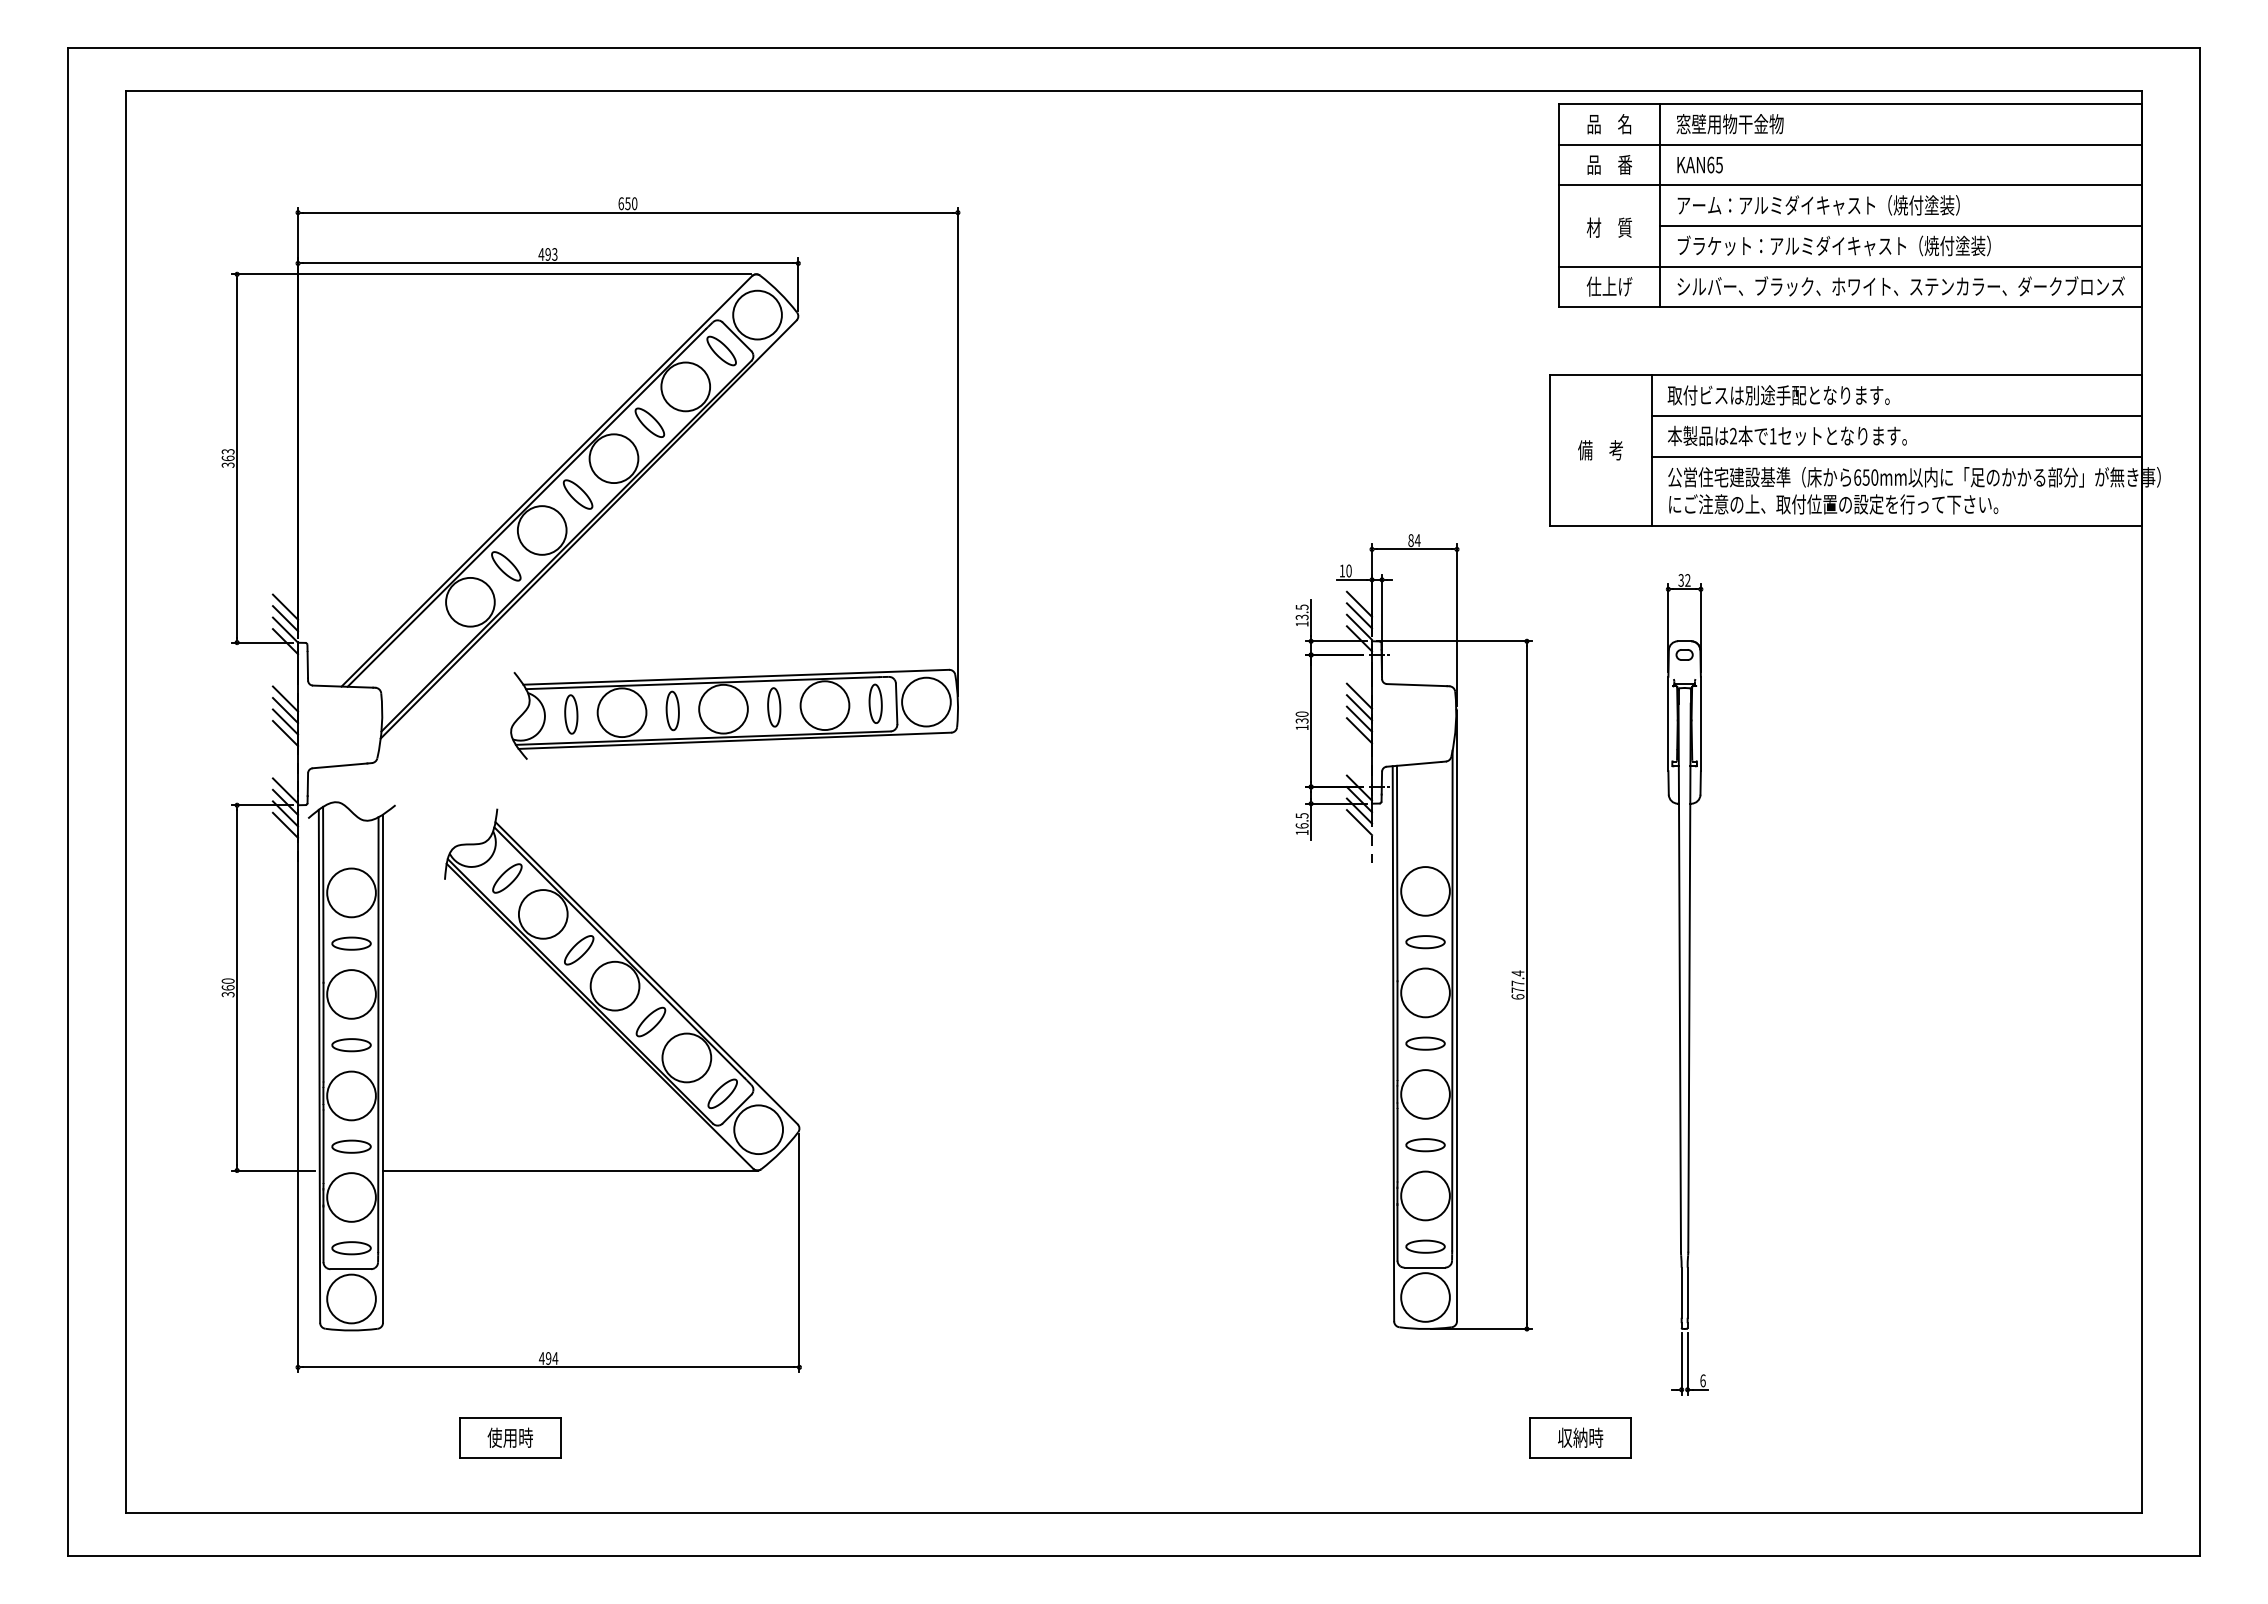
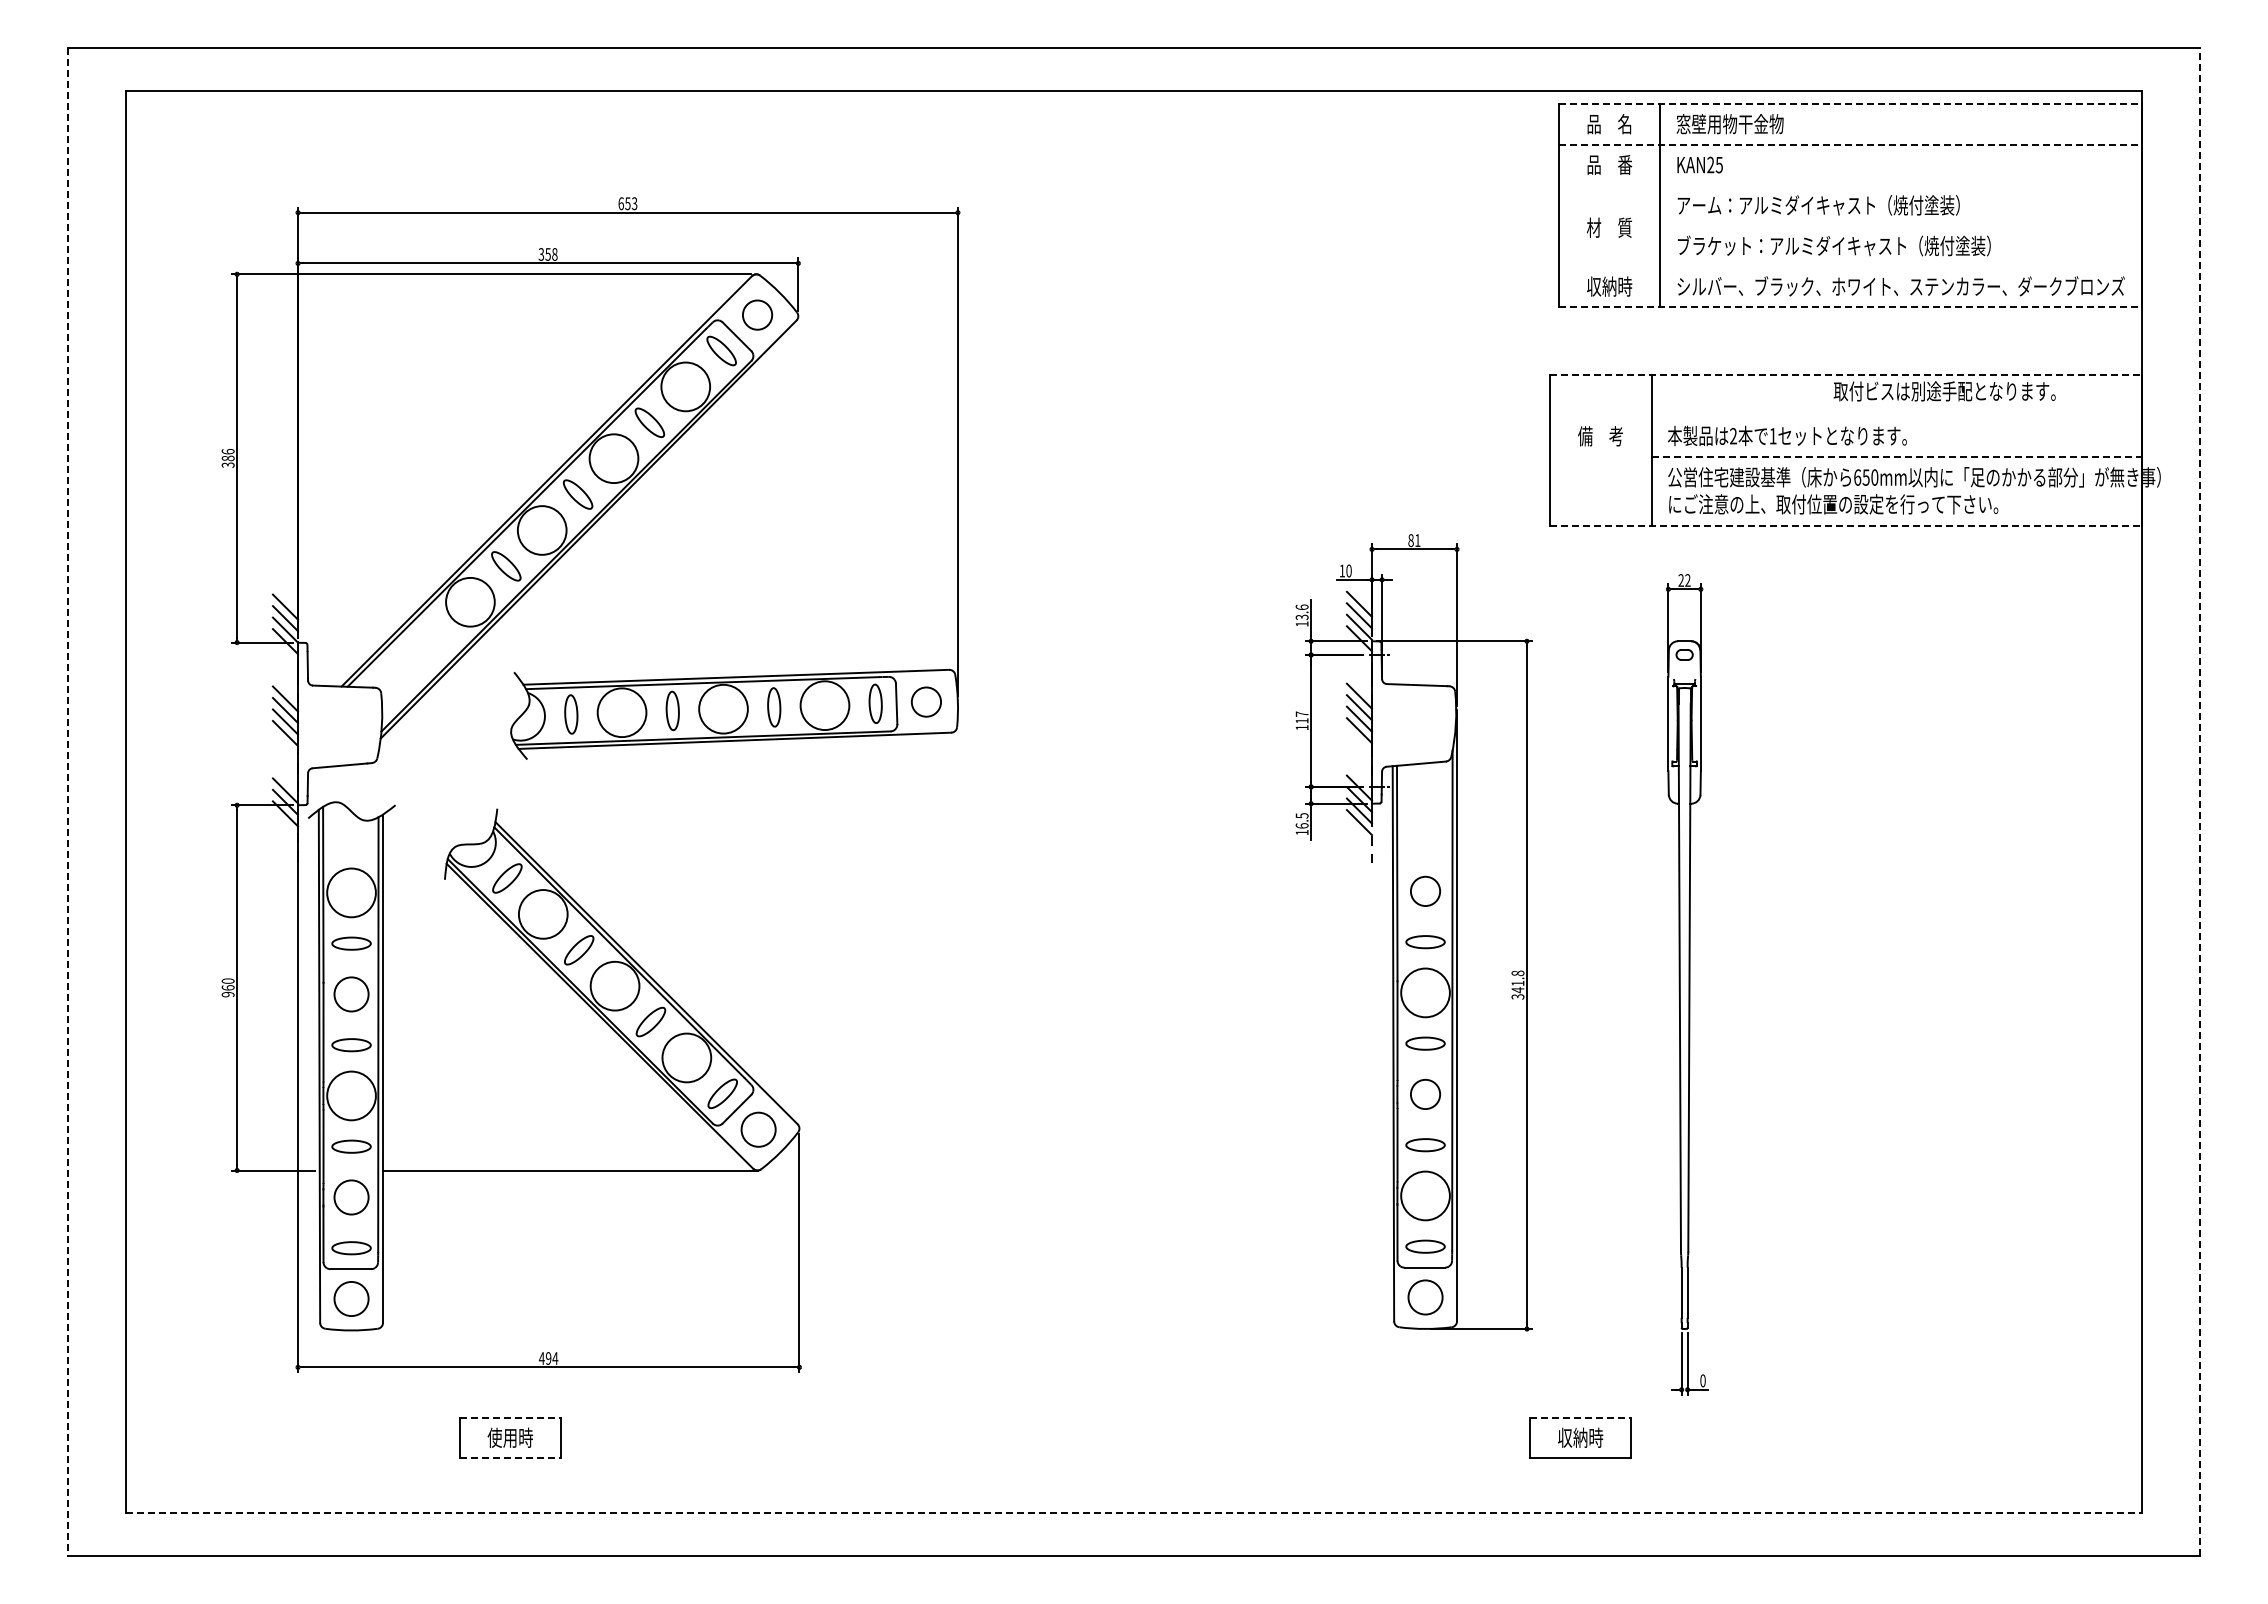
line at (1850, 104): solid -> dashed
line at (1850, 144): solid -> dashed
text at (1710, 164): KAN65 -> KAN25
line at (1849, 185): present -> none
text at (634, 203): 650 -> 653
line at (1900, 225): present -> none
text at (547, 254): 493 -> 358
line at (1849, 266): present -> none
text at (1609, 286): 仕上げ -> 収納時
line at (1850, 307): solid -> dashed
circle at (757, 314) diameter: 49 px -> 29 px
line at (1845, 375): solid -> dashed
text at (1778, 395) position: (1778, 395) -> (1944, 391)
line at (1896, 415): present -> none
text at (1600, 450) position: (1600, 450) -> (1600, 436)
text at (227, 454): 363 -> 386
line at (1896, 456): solid -> dashed
line at (1845, 525): solid -> dashed
text at (1417, 540): 84 -> 81
text at (1680, 580): 32 -> 22
text at (1301, 607): 13.5 -> 13.6
circle at (926, 701) diameter: 49 px -> 29 px
text at (1301, 717): 130 -> 117
line at (68, 801): solid -> dashed
line at (2199, 801): solid -> dashed
line at (285, 824): present -> none
circle at (1425, 891) diameter: 49 px -> 29 px
text at (1517, 984): 677.4 -> 341.8
text at (228, 994): 360 -> 960
circle at (351, 994) diameter: 49 px -> 34 px
circle at (1425, 1094) diameter: 49 px -> 29 px
circle at (758, 1129) diameter: 49 px -> 34 px
circle at (351, 1197) diameter: 49 px -> 34 px
circle at (1425, 1297) diameter: 49 px -> 34 px
circle at (351, 1298) diameter: 49 px -> 34 px
text at (1702, 1380): 6 -> 0
line at (510, 1417): solid -> dashed
line at (1580, 1417): solid -> dashed
line at (510, 1458): solid -> dashed
line at (1133, 1512): solid -> dashed
